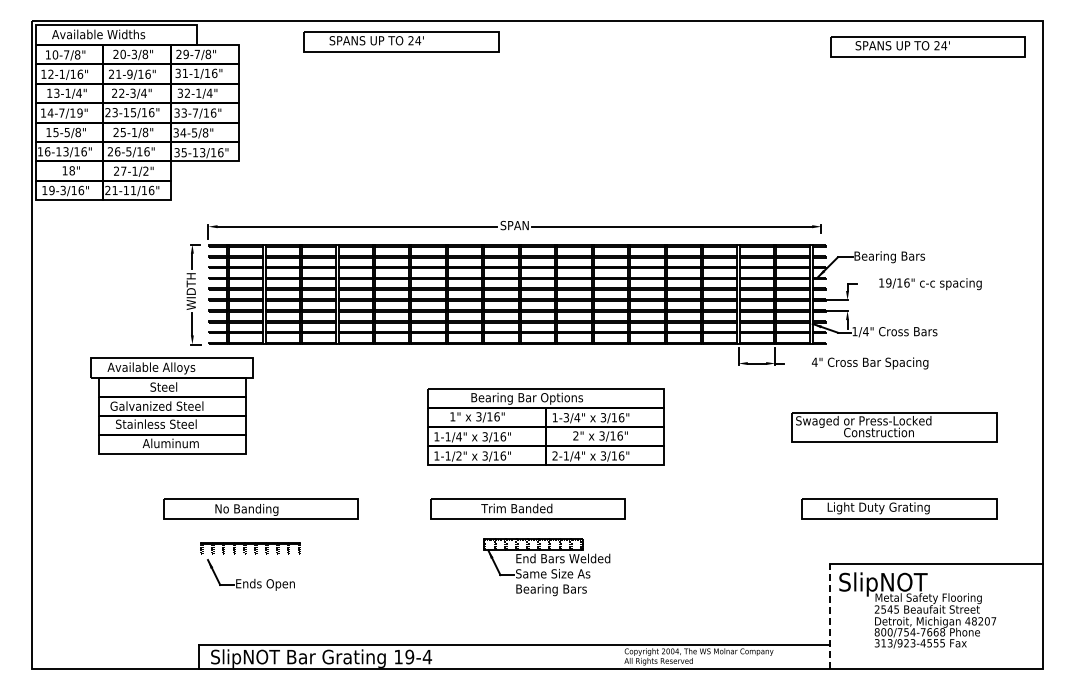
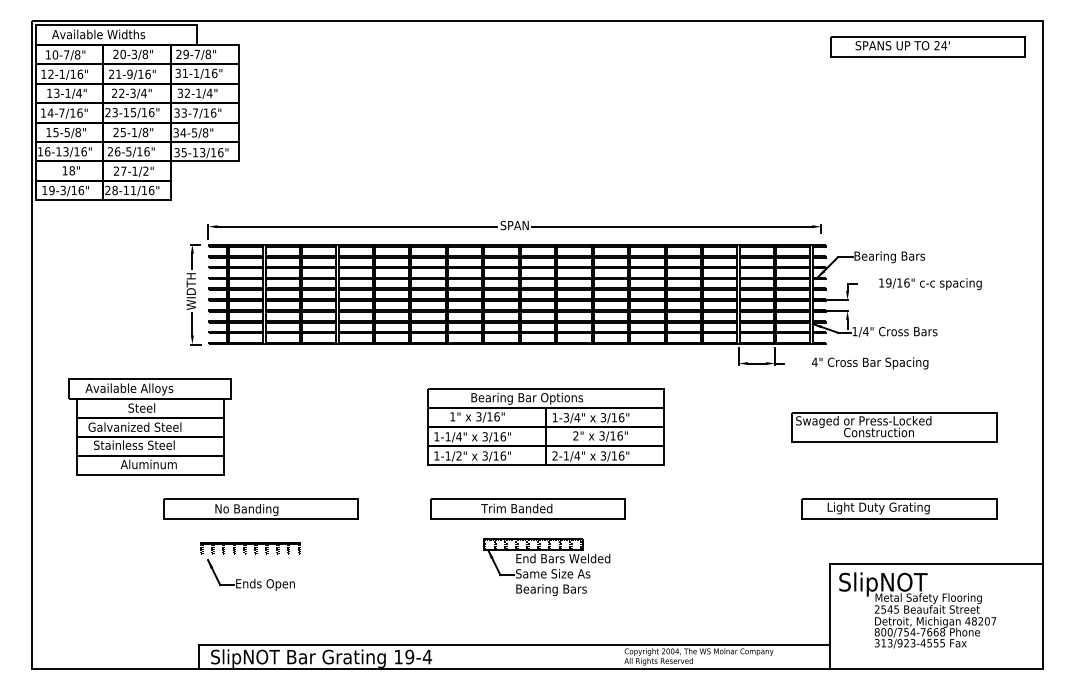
part at (401, 41): present -> none
text at (79, 112): 14-7/19" -> 14-7/16"
text at (114, 190): 21-11/16" -> 28-11/16"
part at (171, 405) position: (171, 405) -> (149, 426)
line at (829, 616): dashed -> solid
